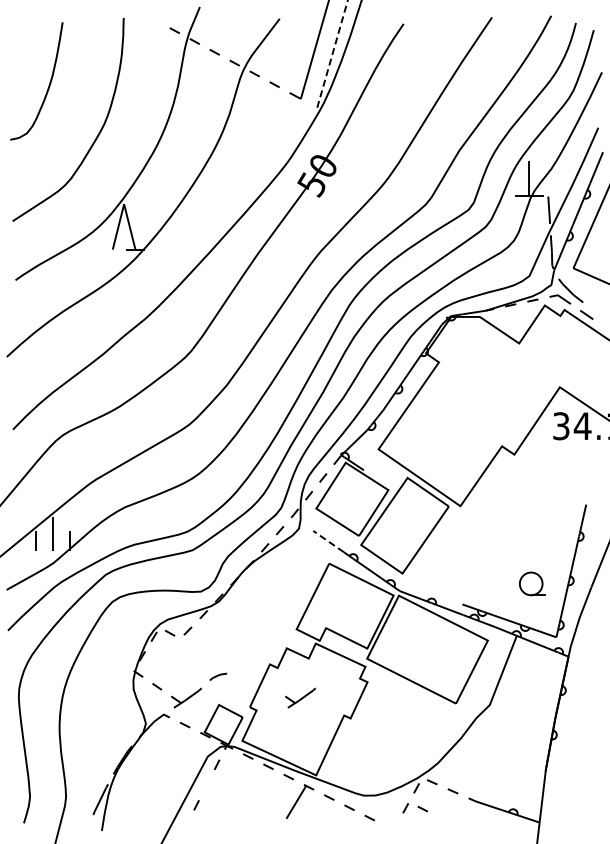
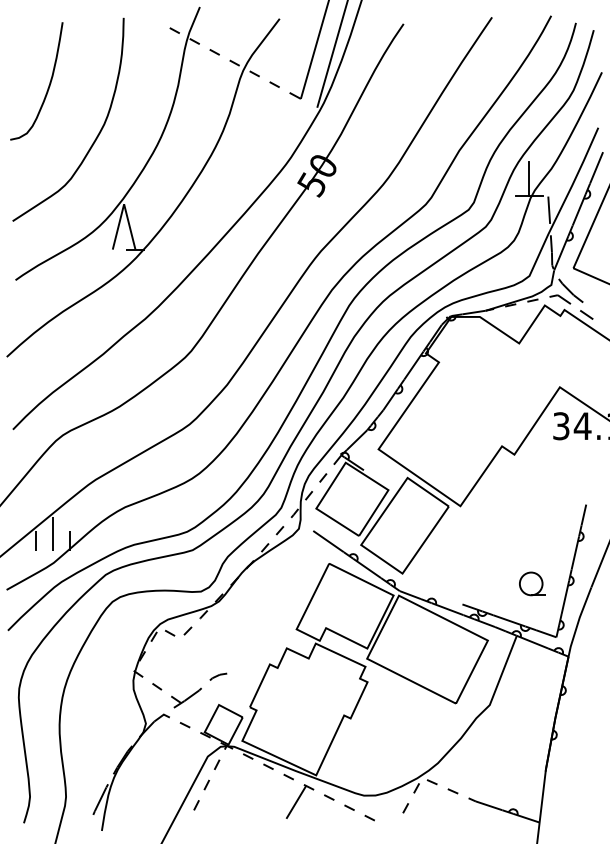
line at (332, 54): dashed -> solid
line at (328, 541): dashed -> solid
part at (300, 697): present -> none
line at (206, 784): none -> present
line at (422, 808): present -> none
